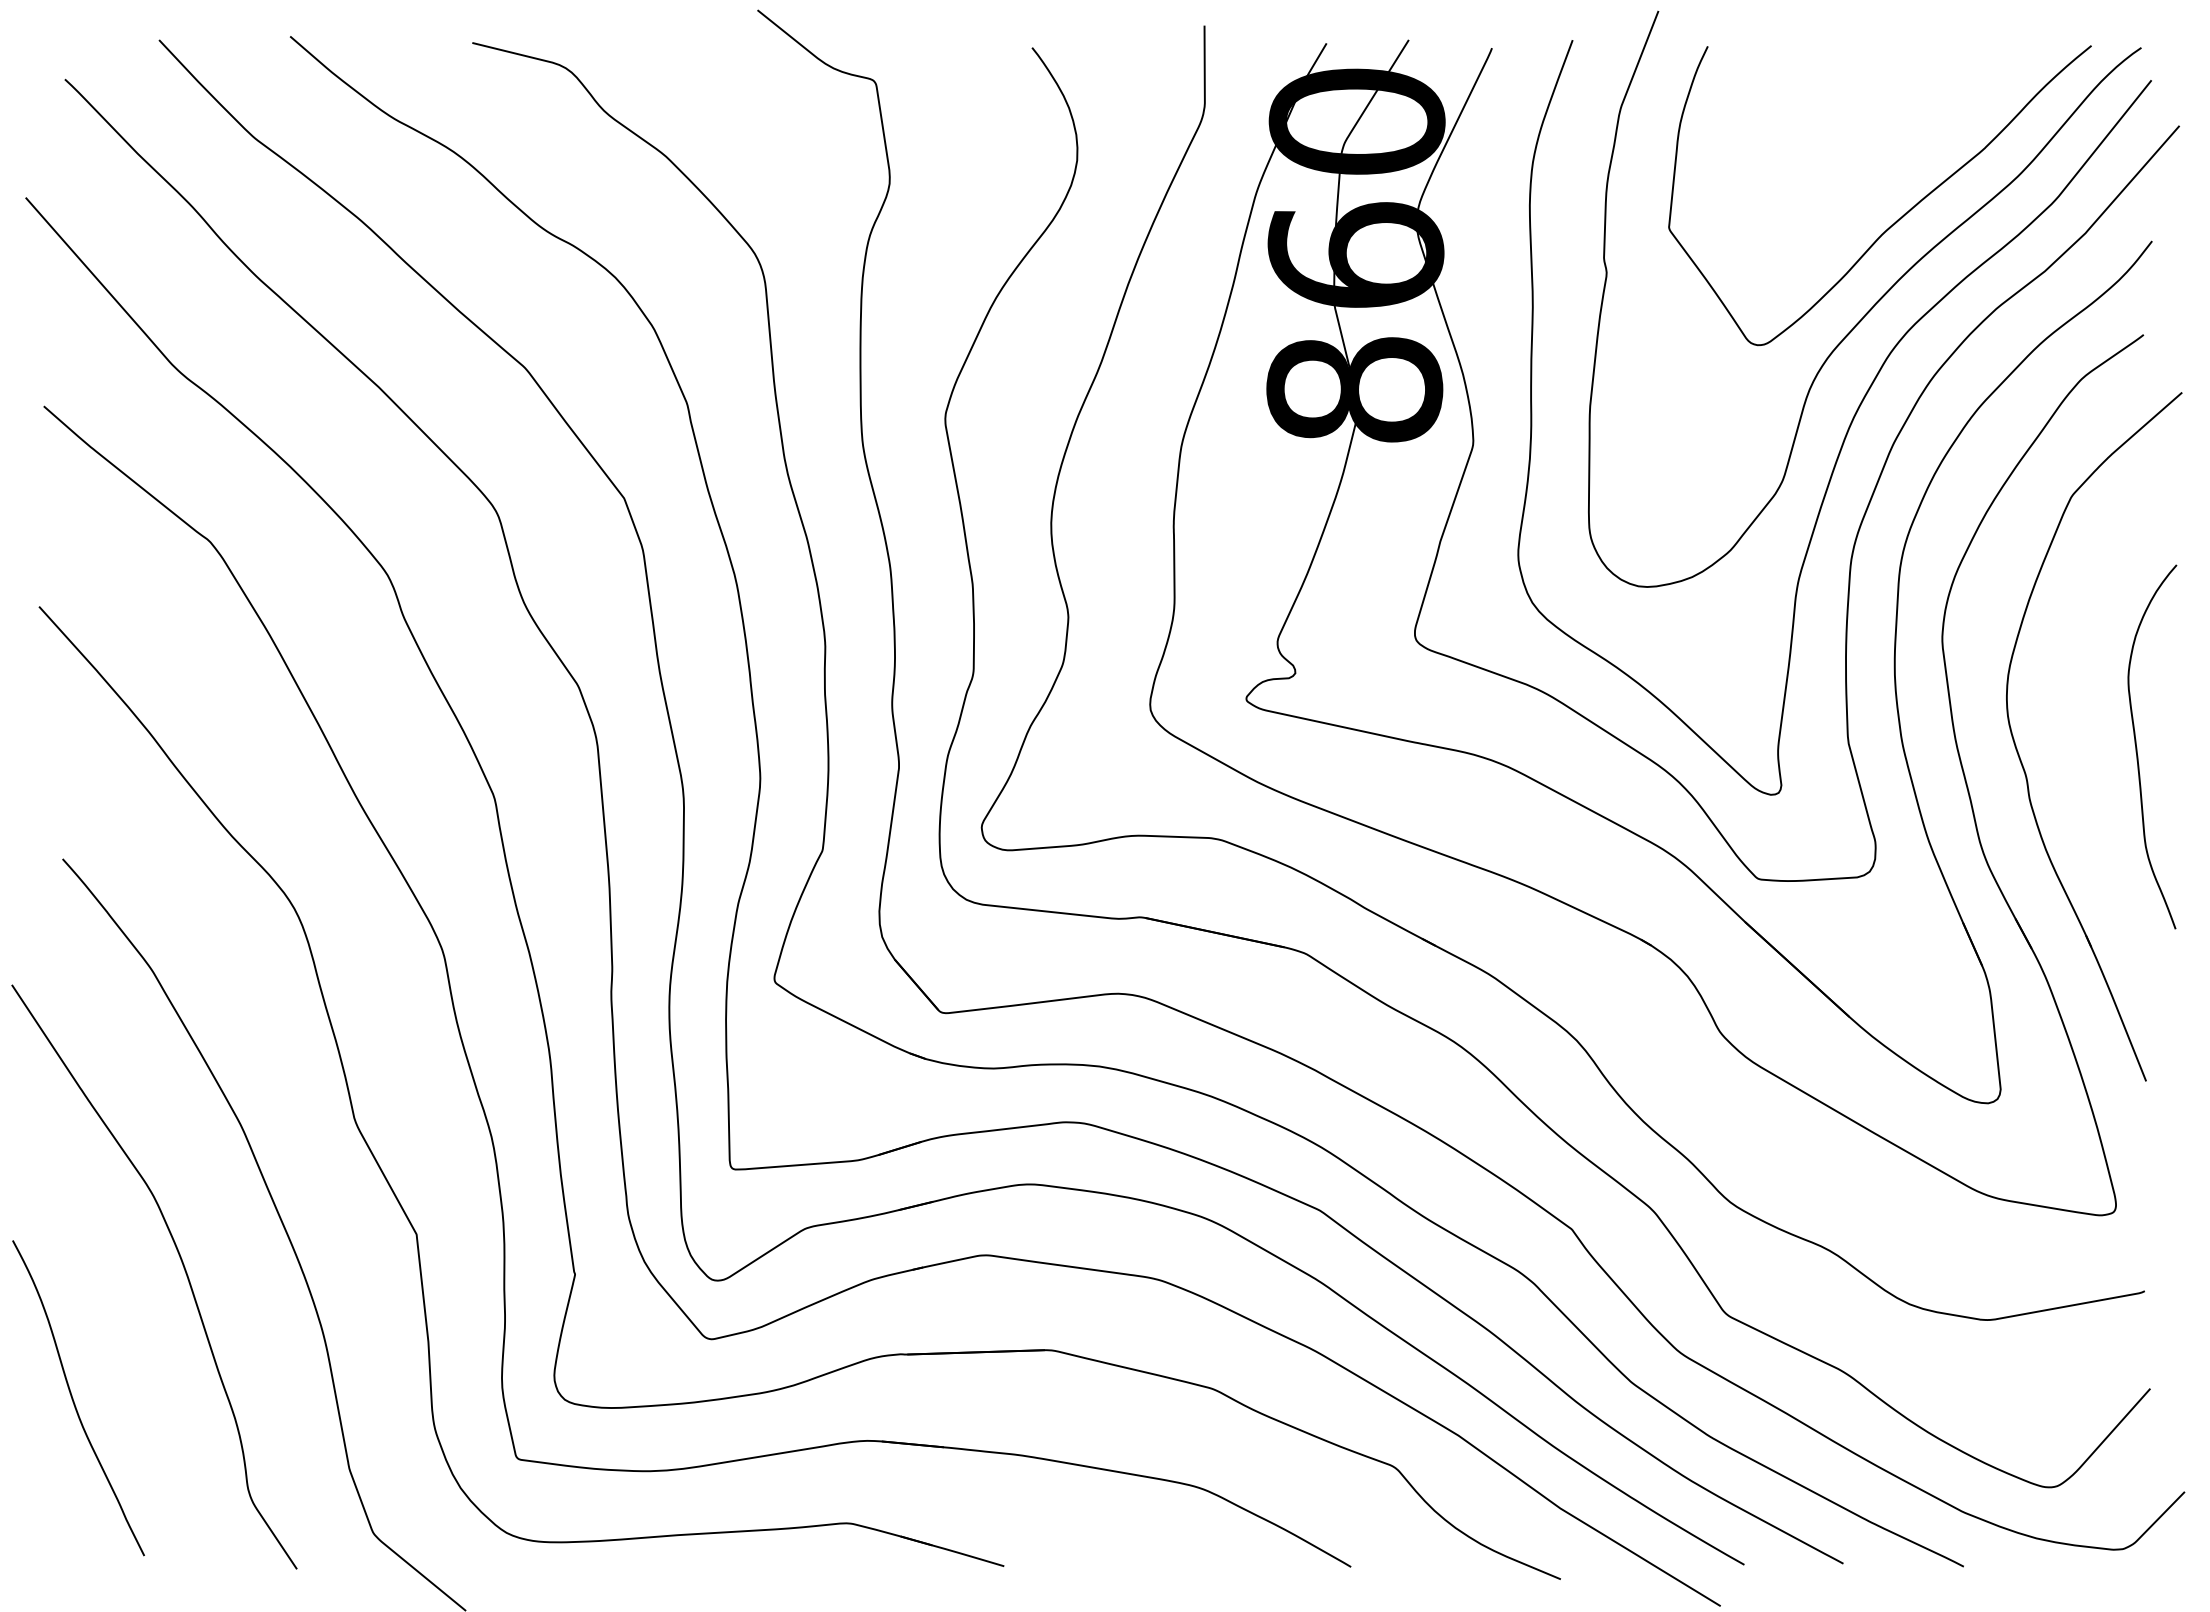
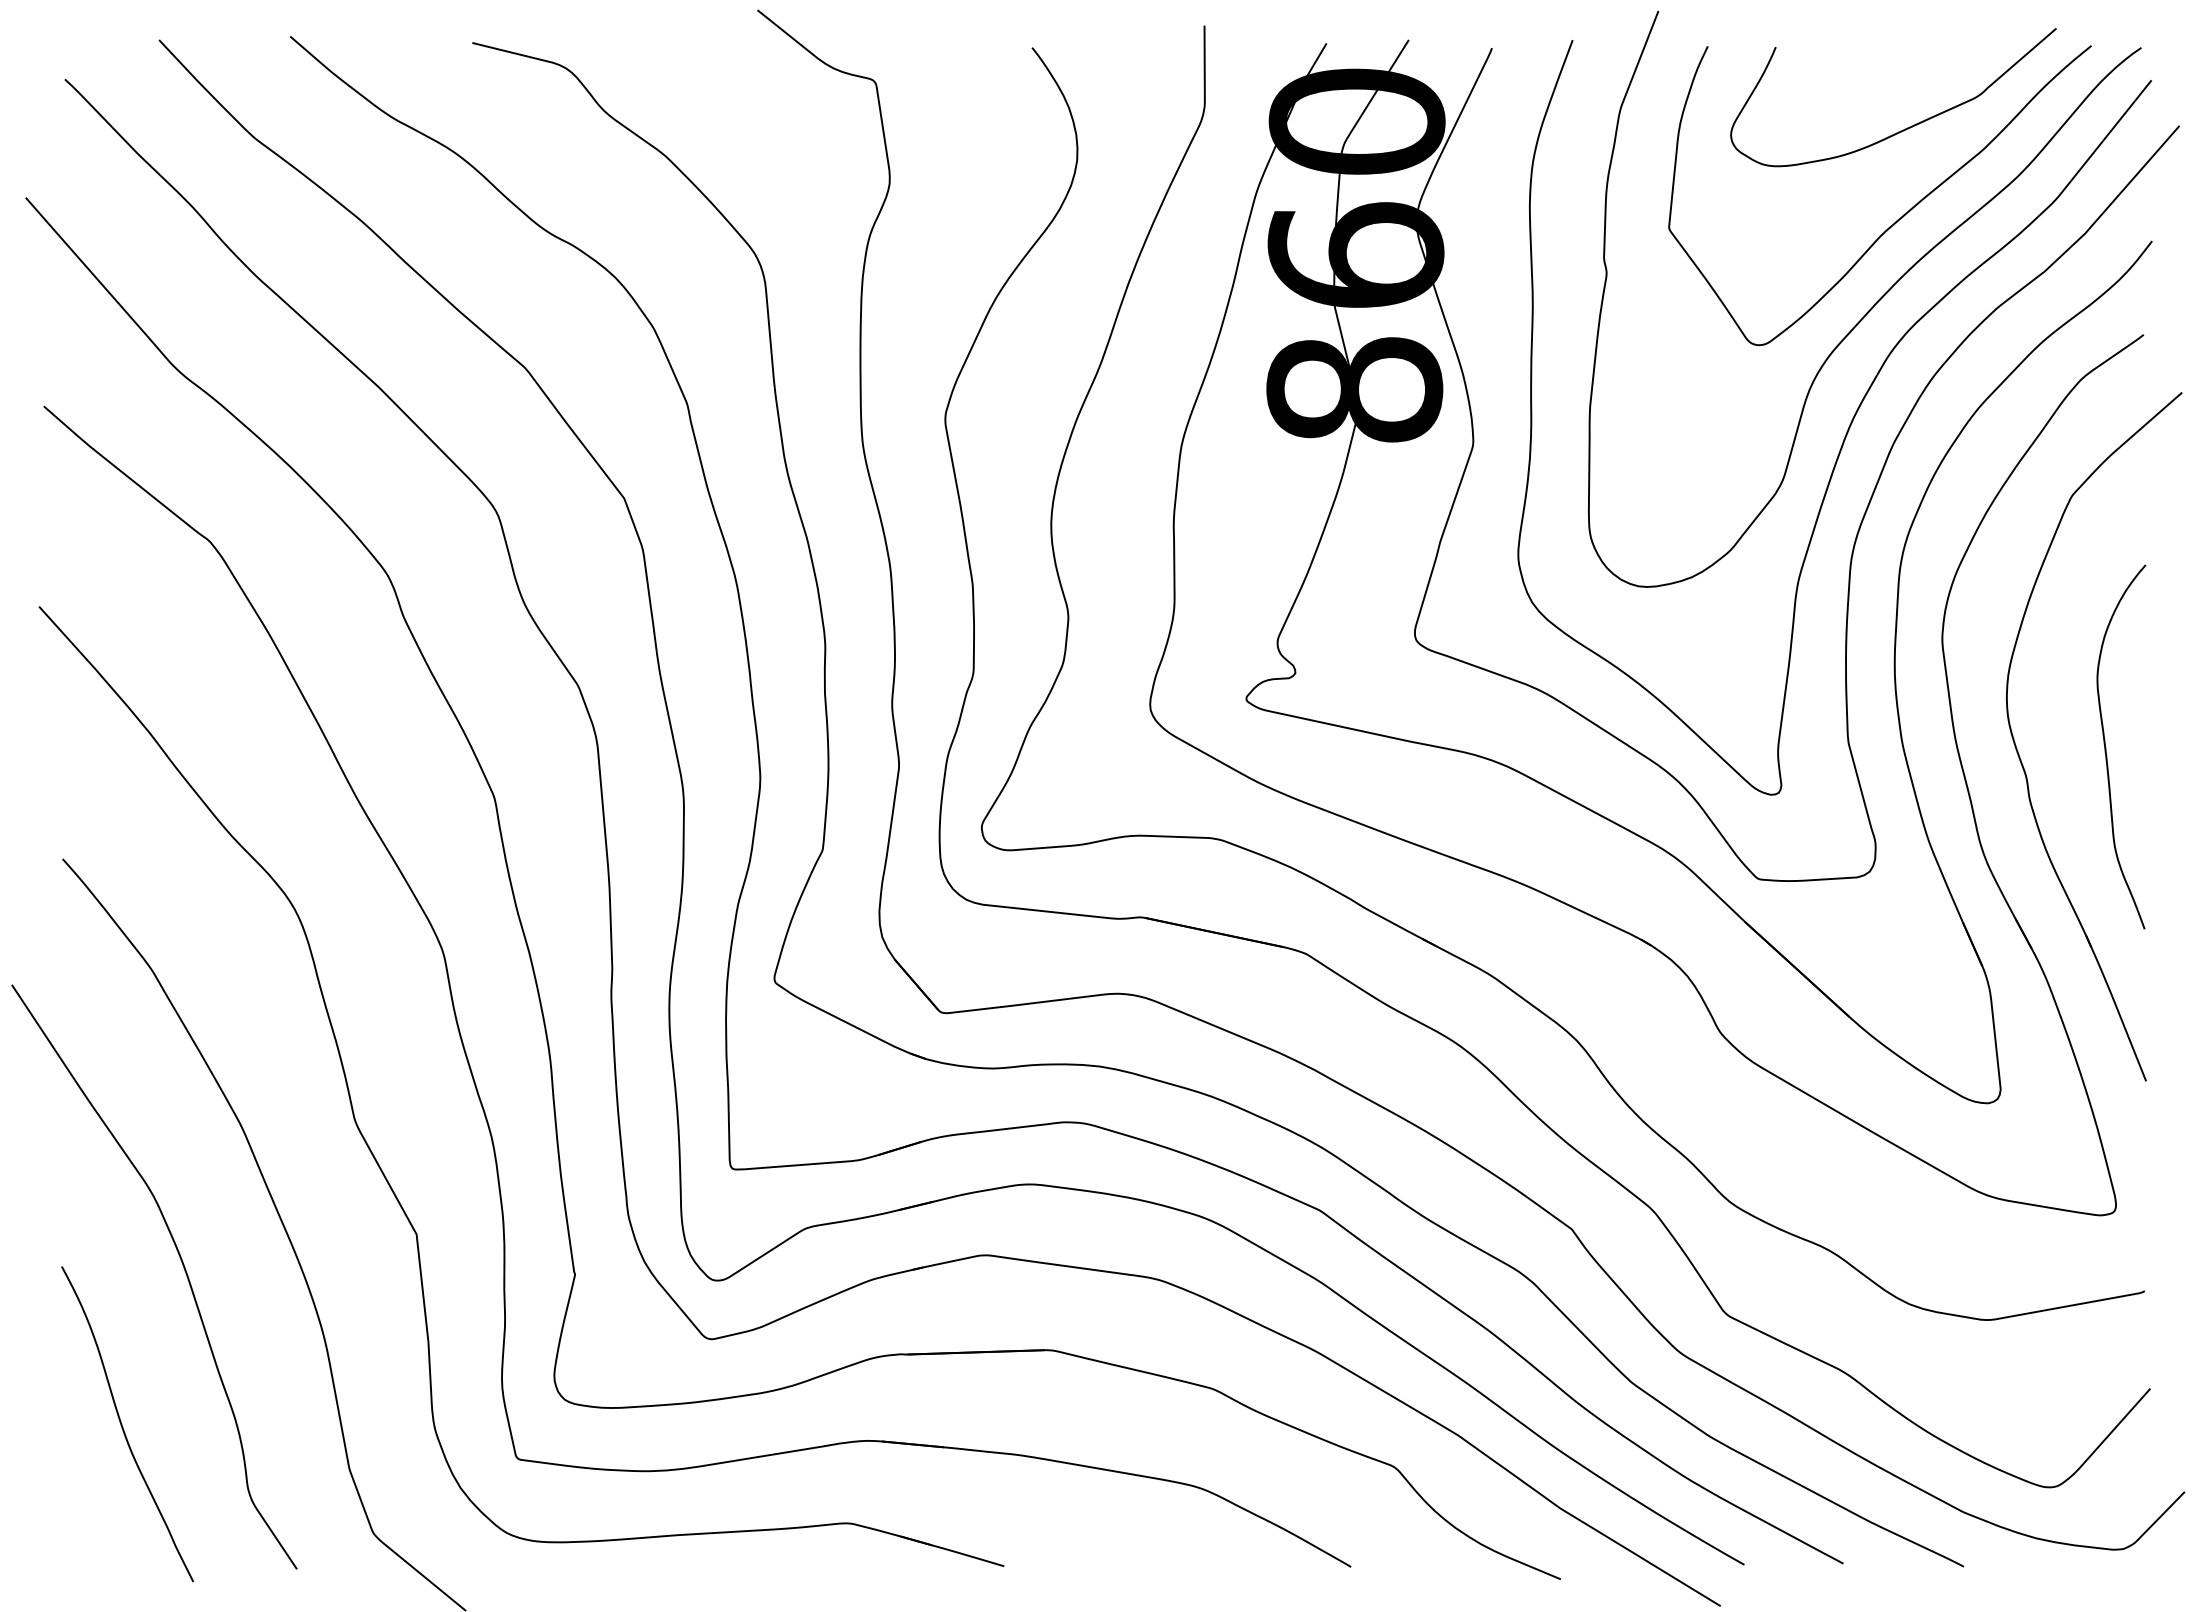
curve at (1907, 127): none -> present
curve at (2137, 747) position: (2137, 747) -> (2106, 747)
curve at (73, 1398) position: (73, 1398) -> (122, 1424)
